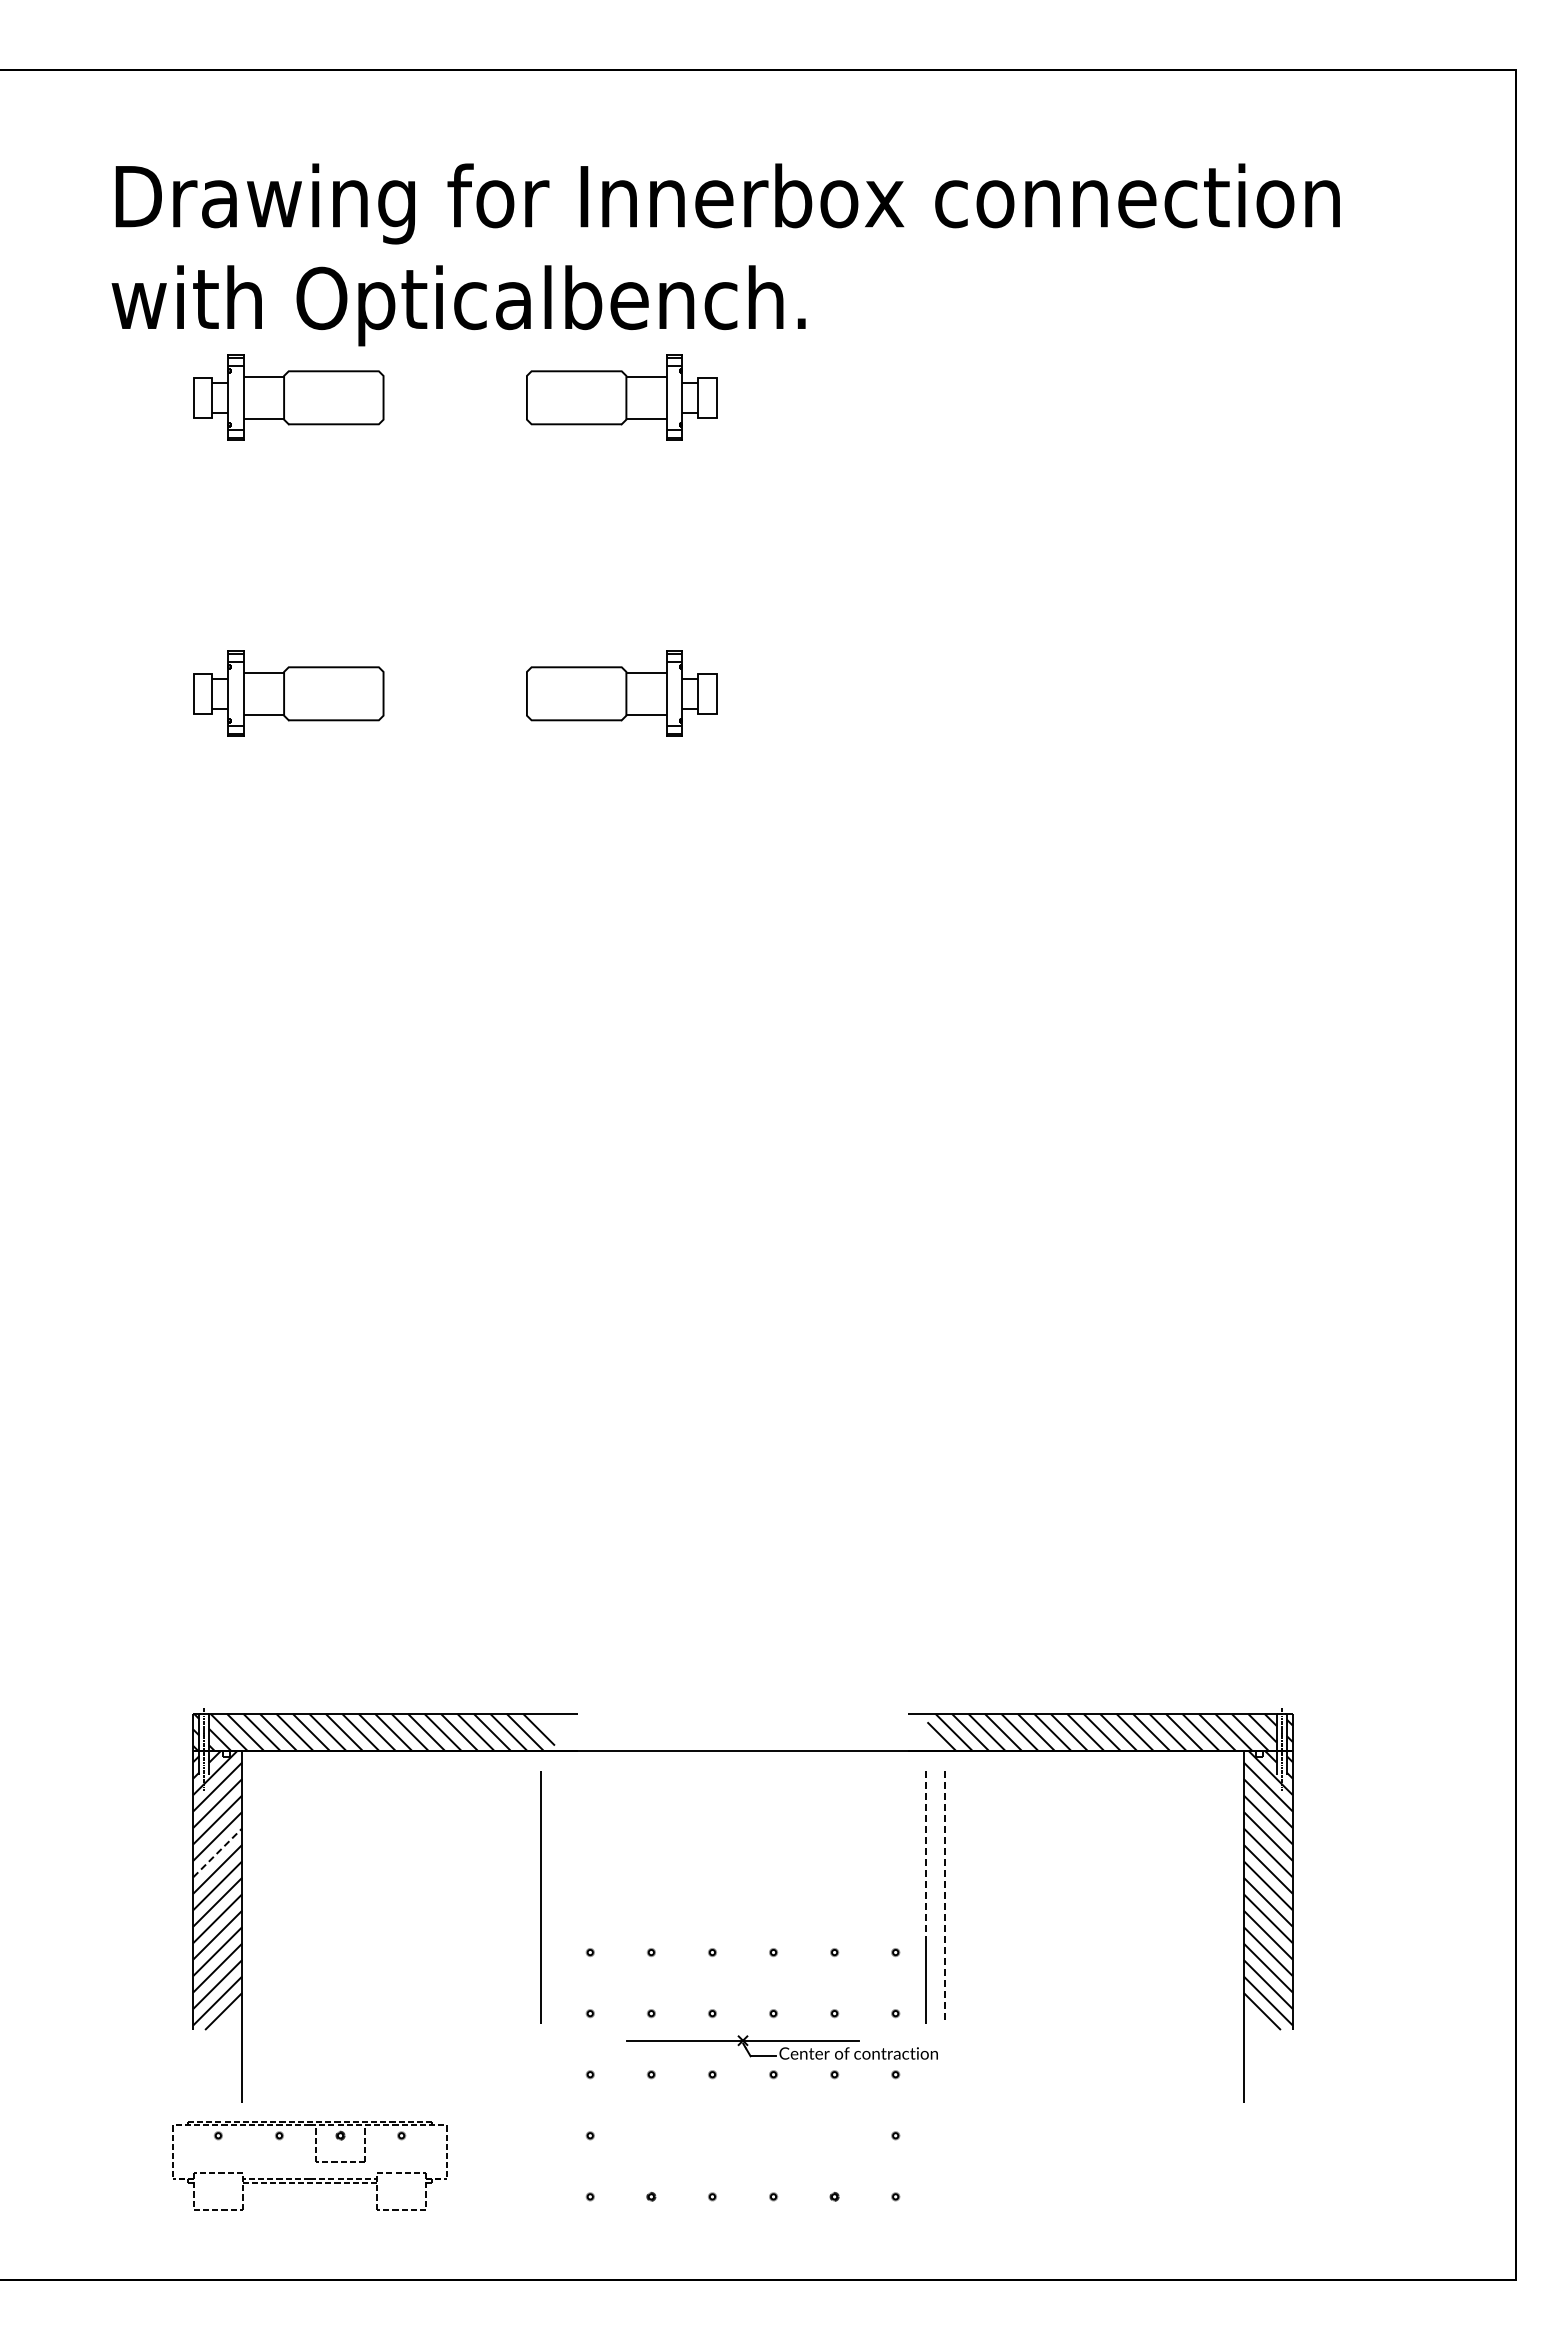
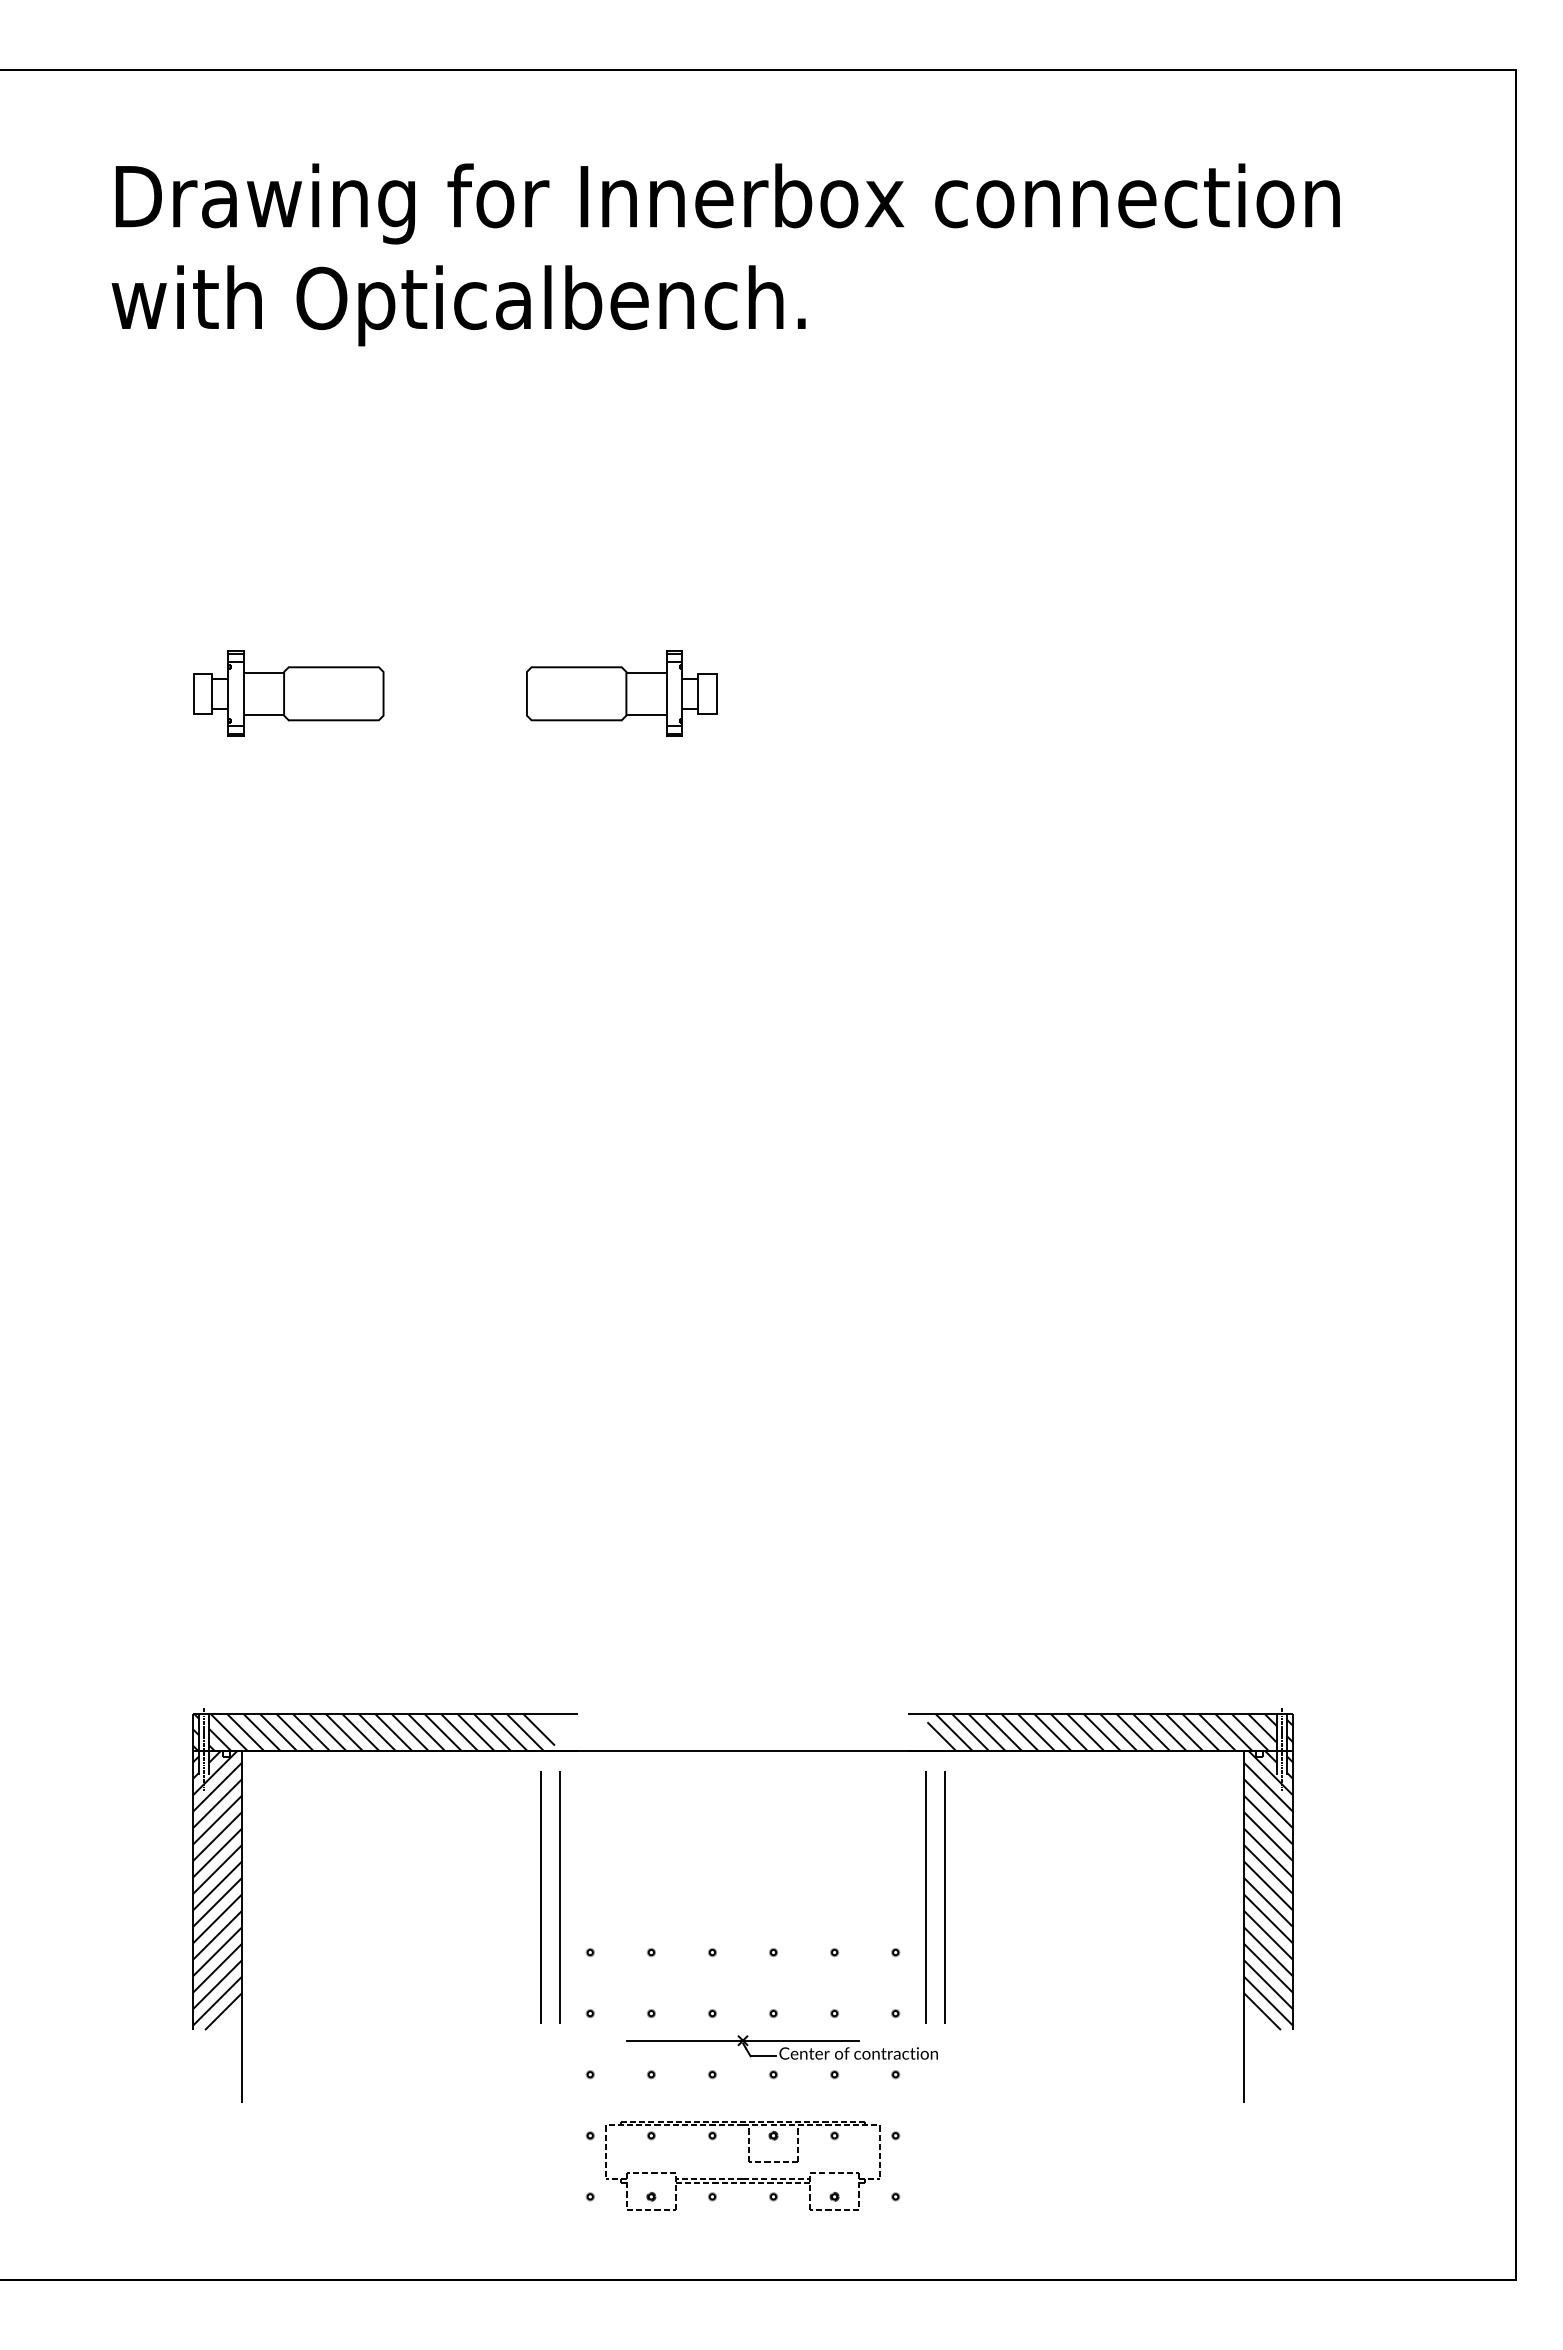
part at (288, 397): present -> none
part at (621, 397): present -> none
line at (217, 1852): dashed -> solid
line at (926, 1857): dashed -> solid
line at (559, 1897): none -> present
line at (944, 1897): dashed -> solid
part at (315, 2161) position: (315, 2161) -> (748, 2161)
